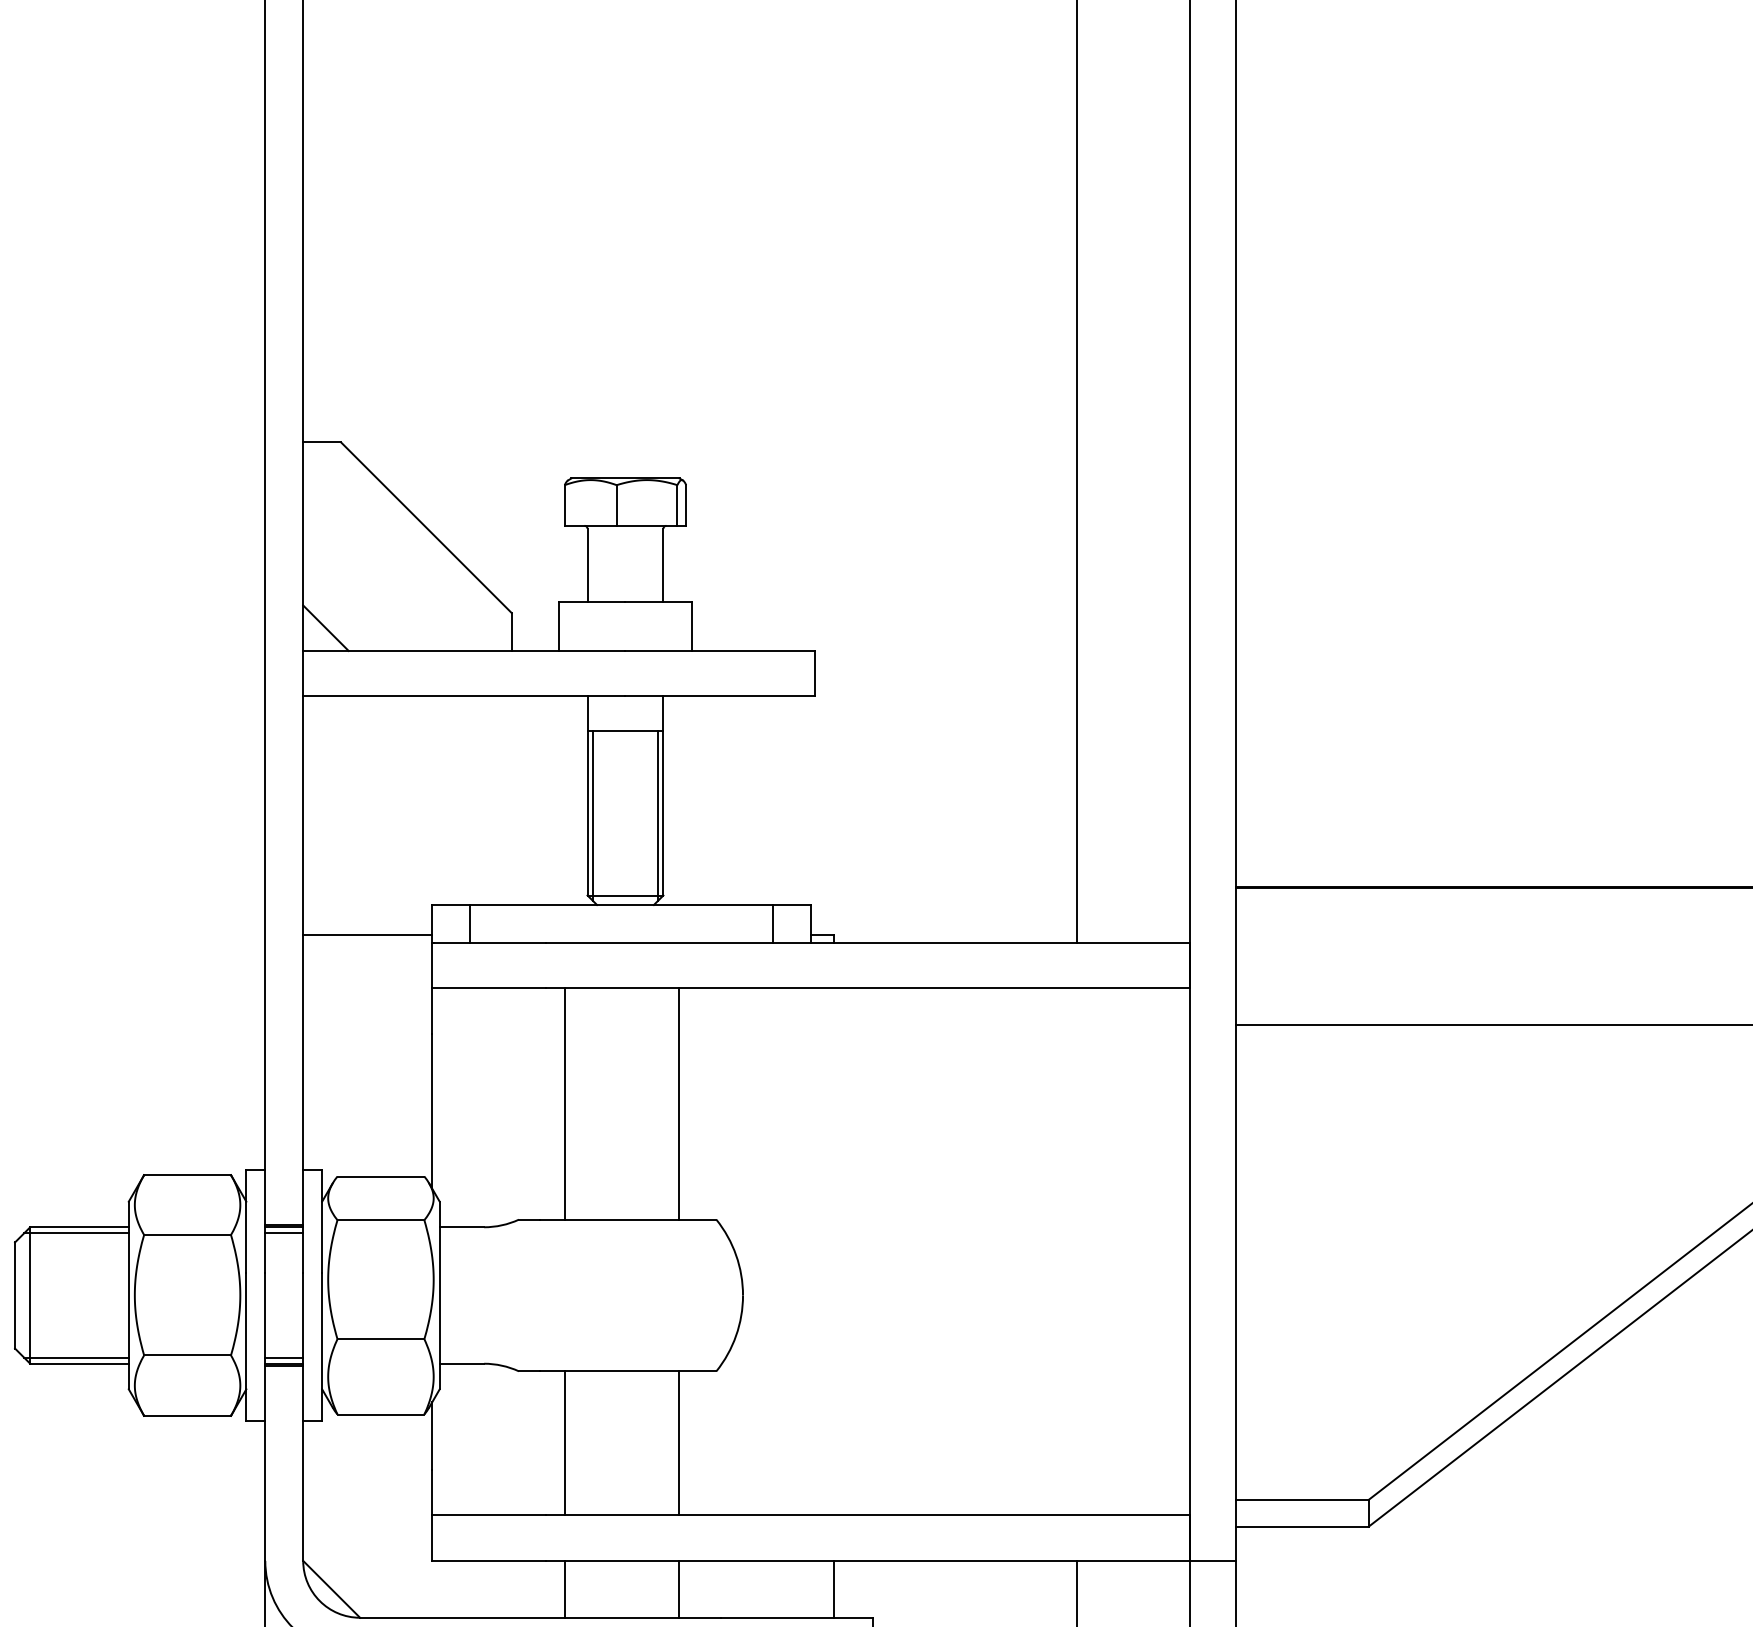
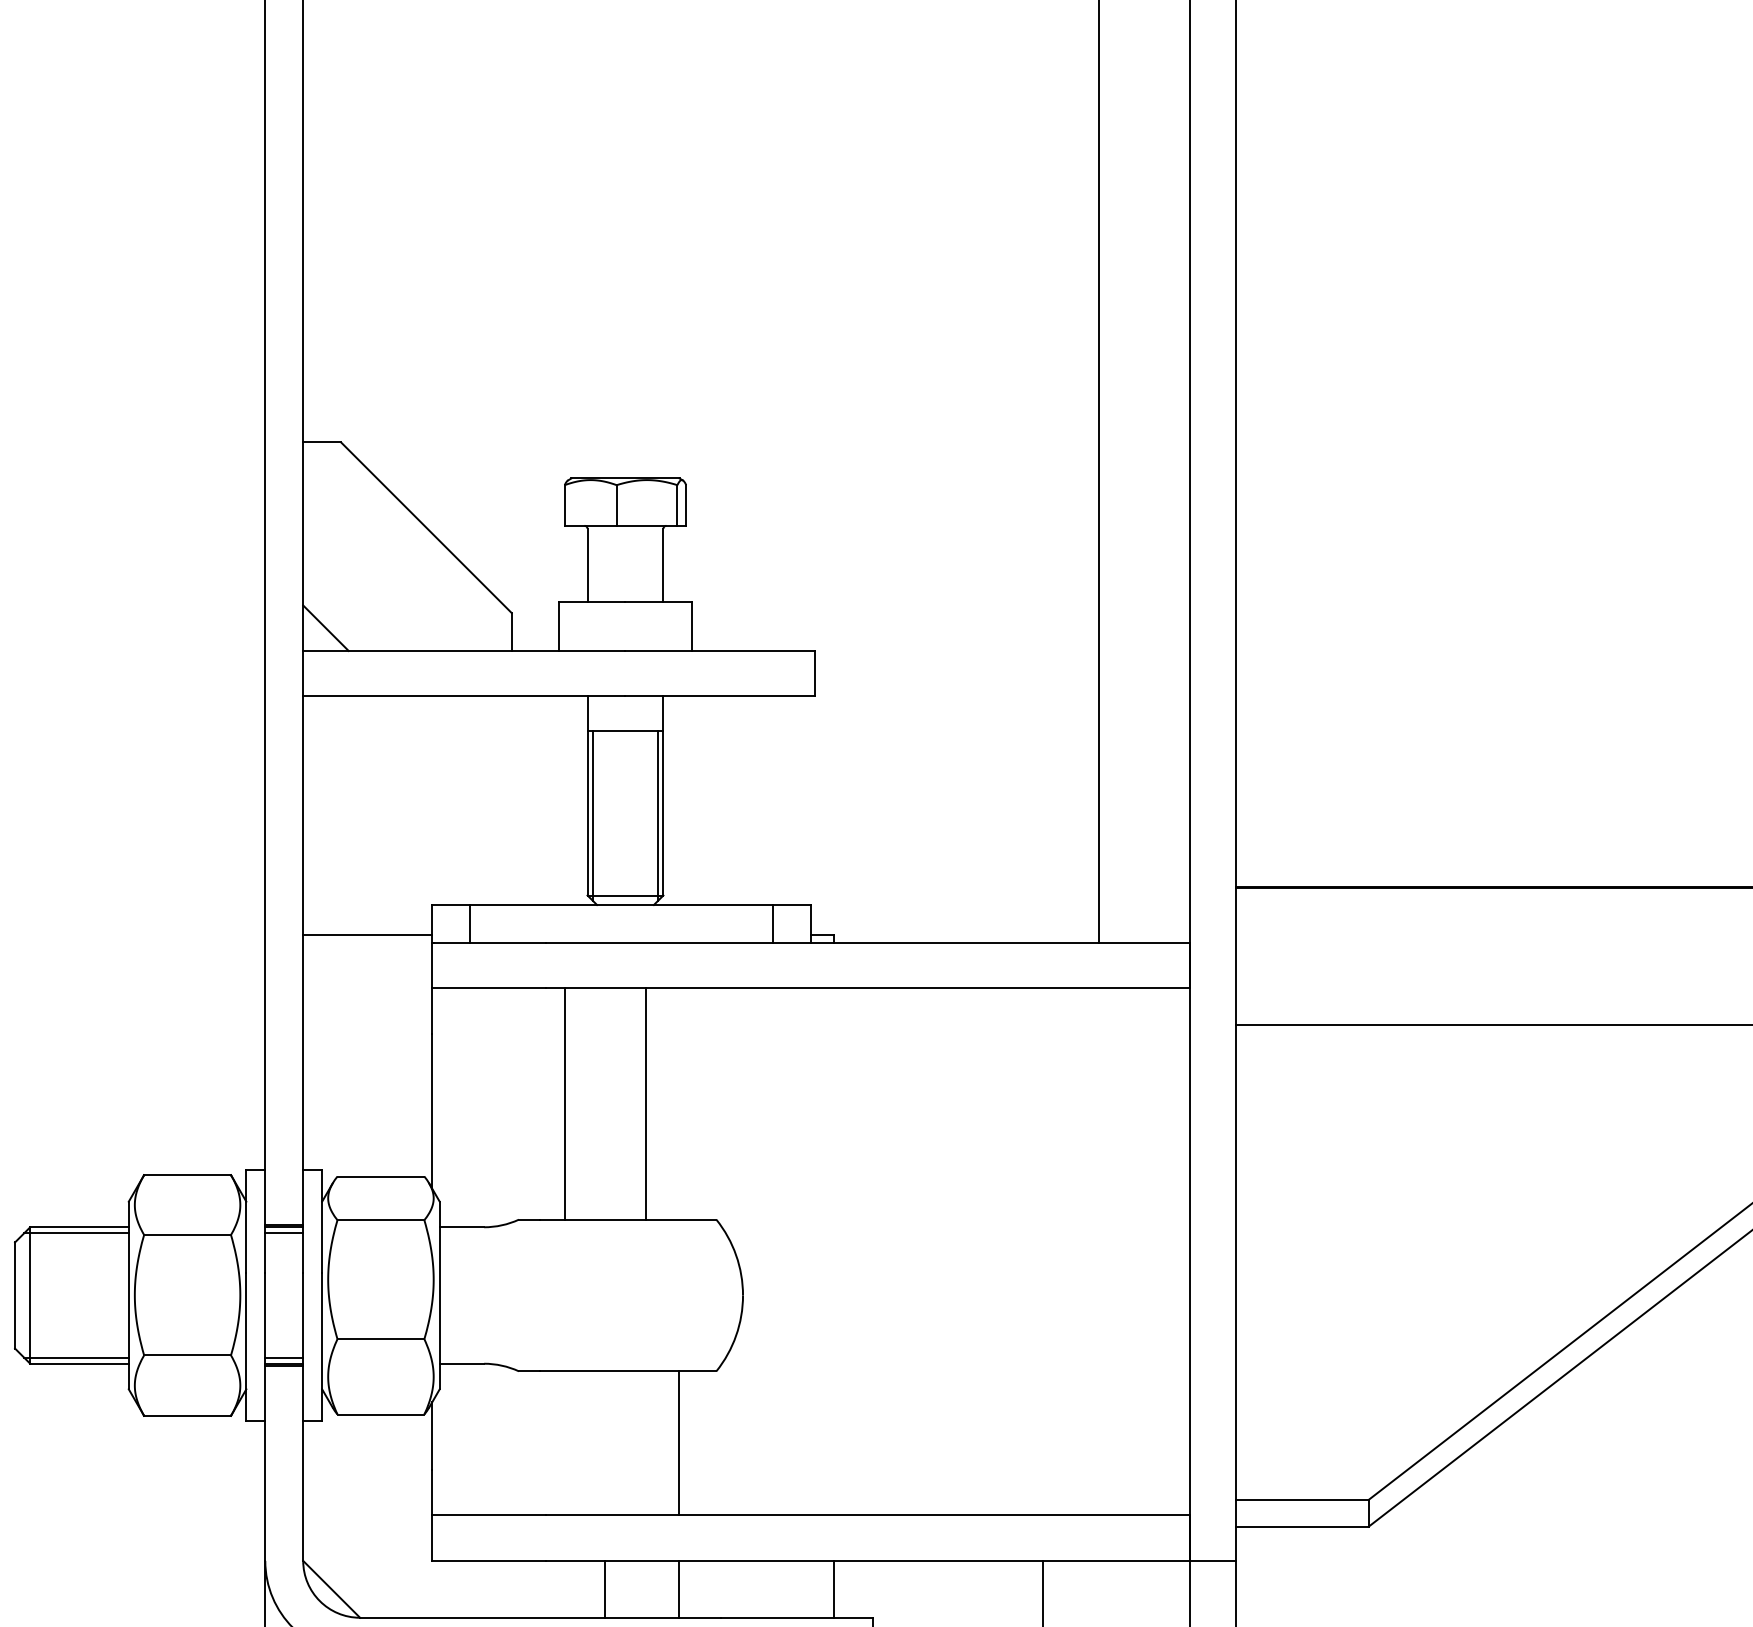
line at (1076, 472) position: (1076, 472) -> (1098, 472)
line at (678, 1103) position: (678, 1103) -> (645, 1103)
line at (564, 1443): present -> none
line at (564, 1588) position: (564, 1588) -> (604, 1588)
line at (1076, 1591) position: (1076, 1591) -> (1042, 1591)
